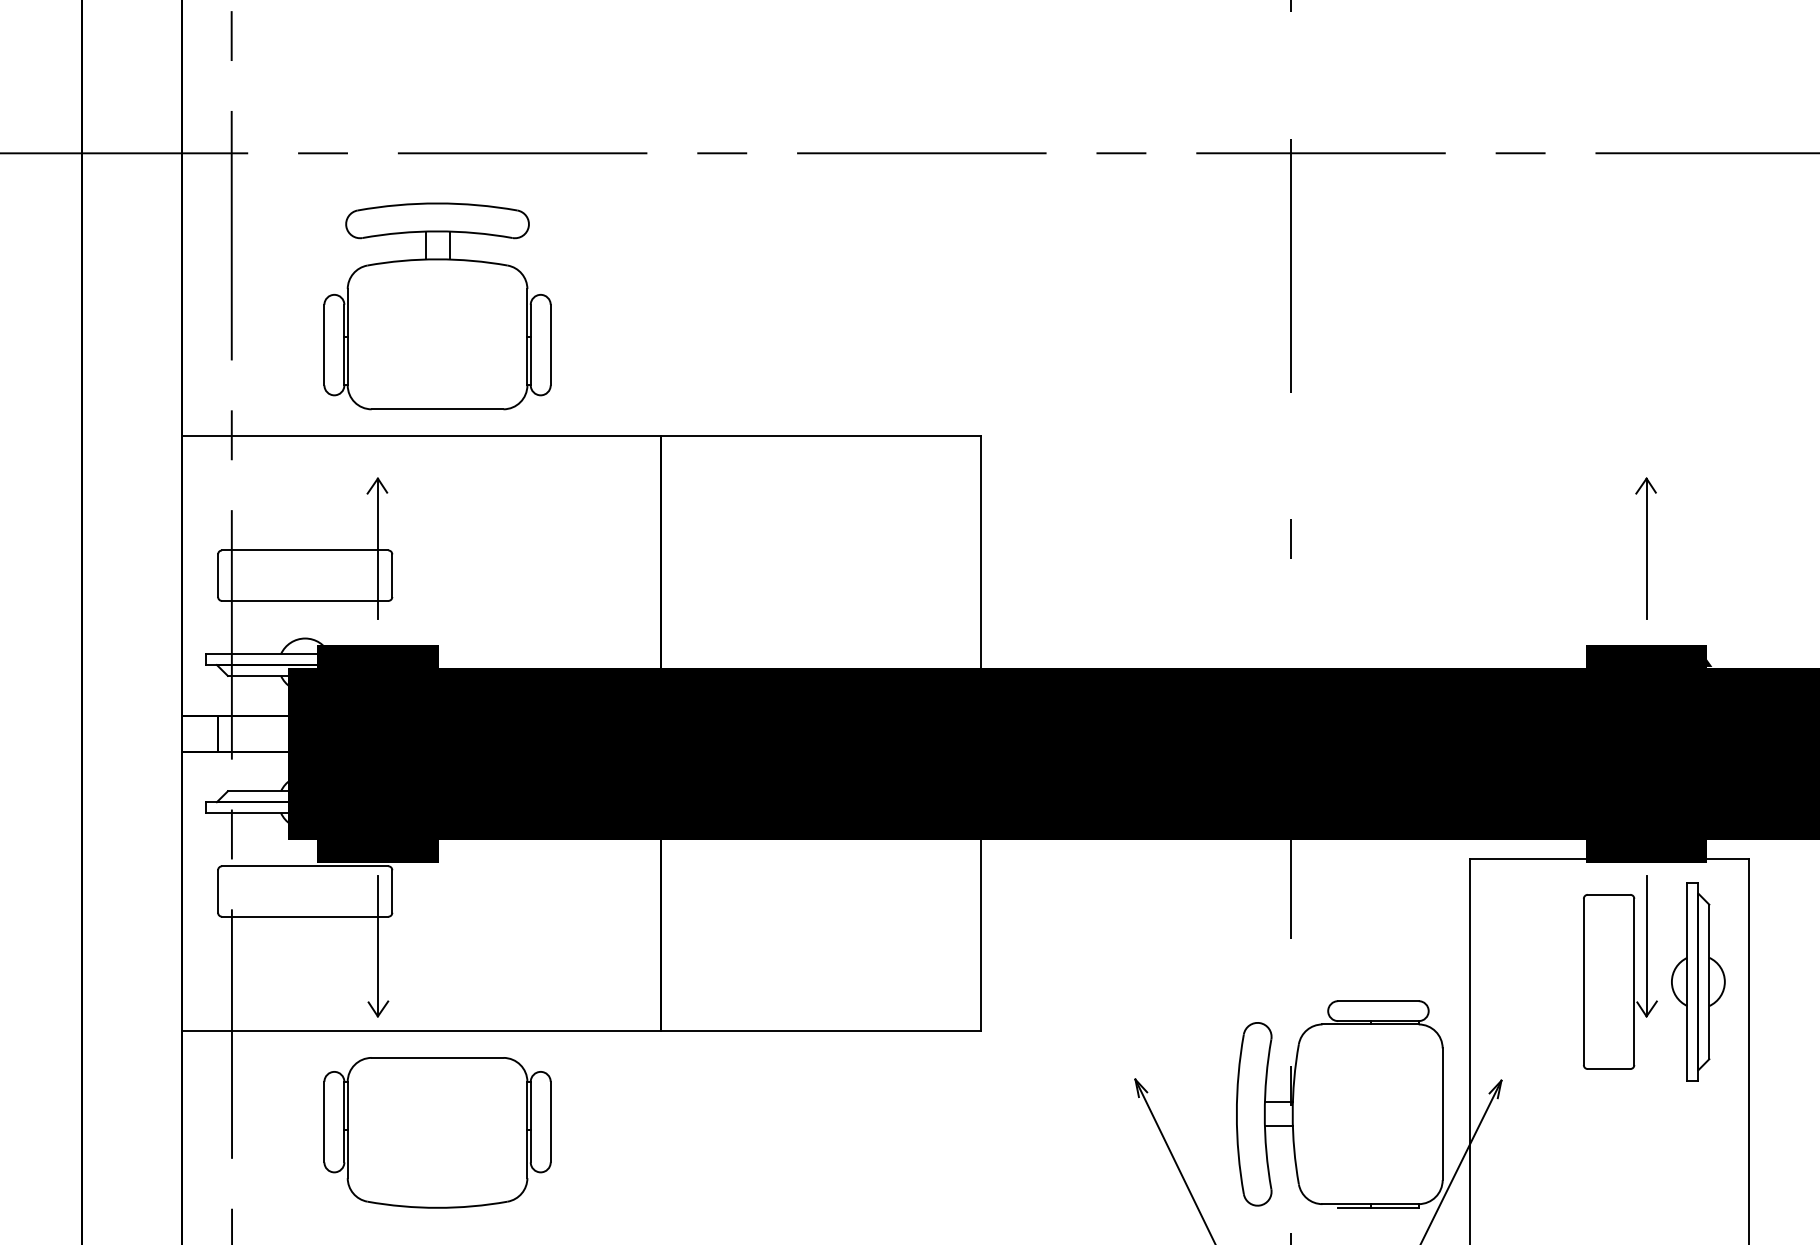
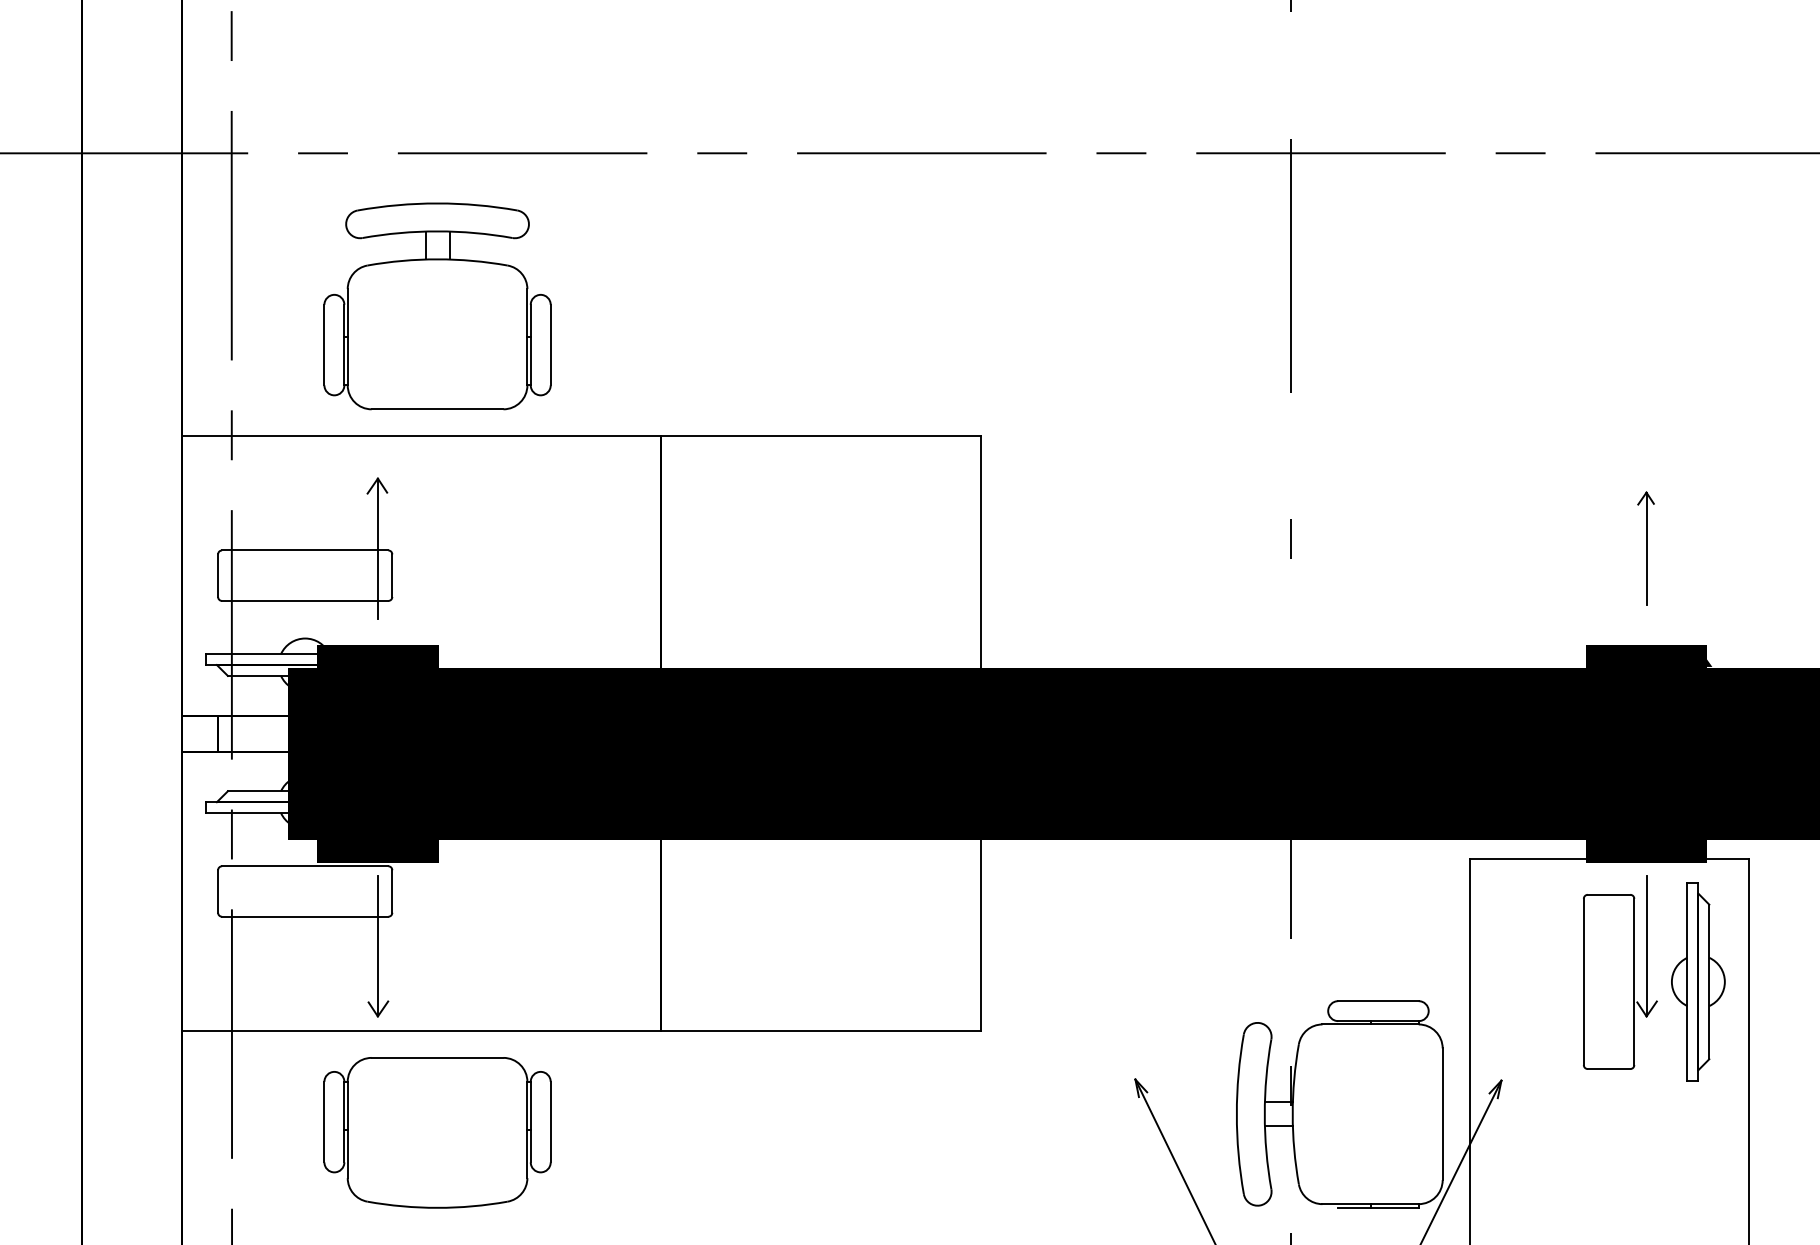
part at (1645, 548) size: 22x143 px -> 18x115 px
